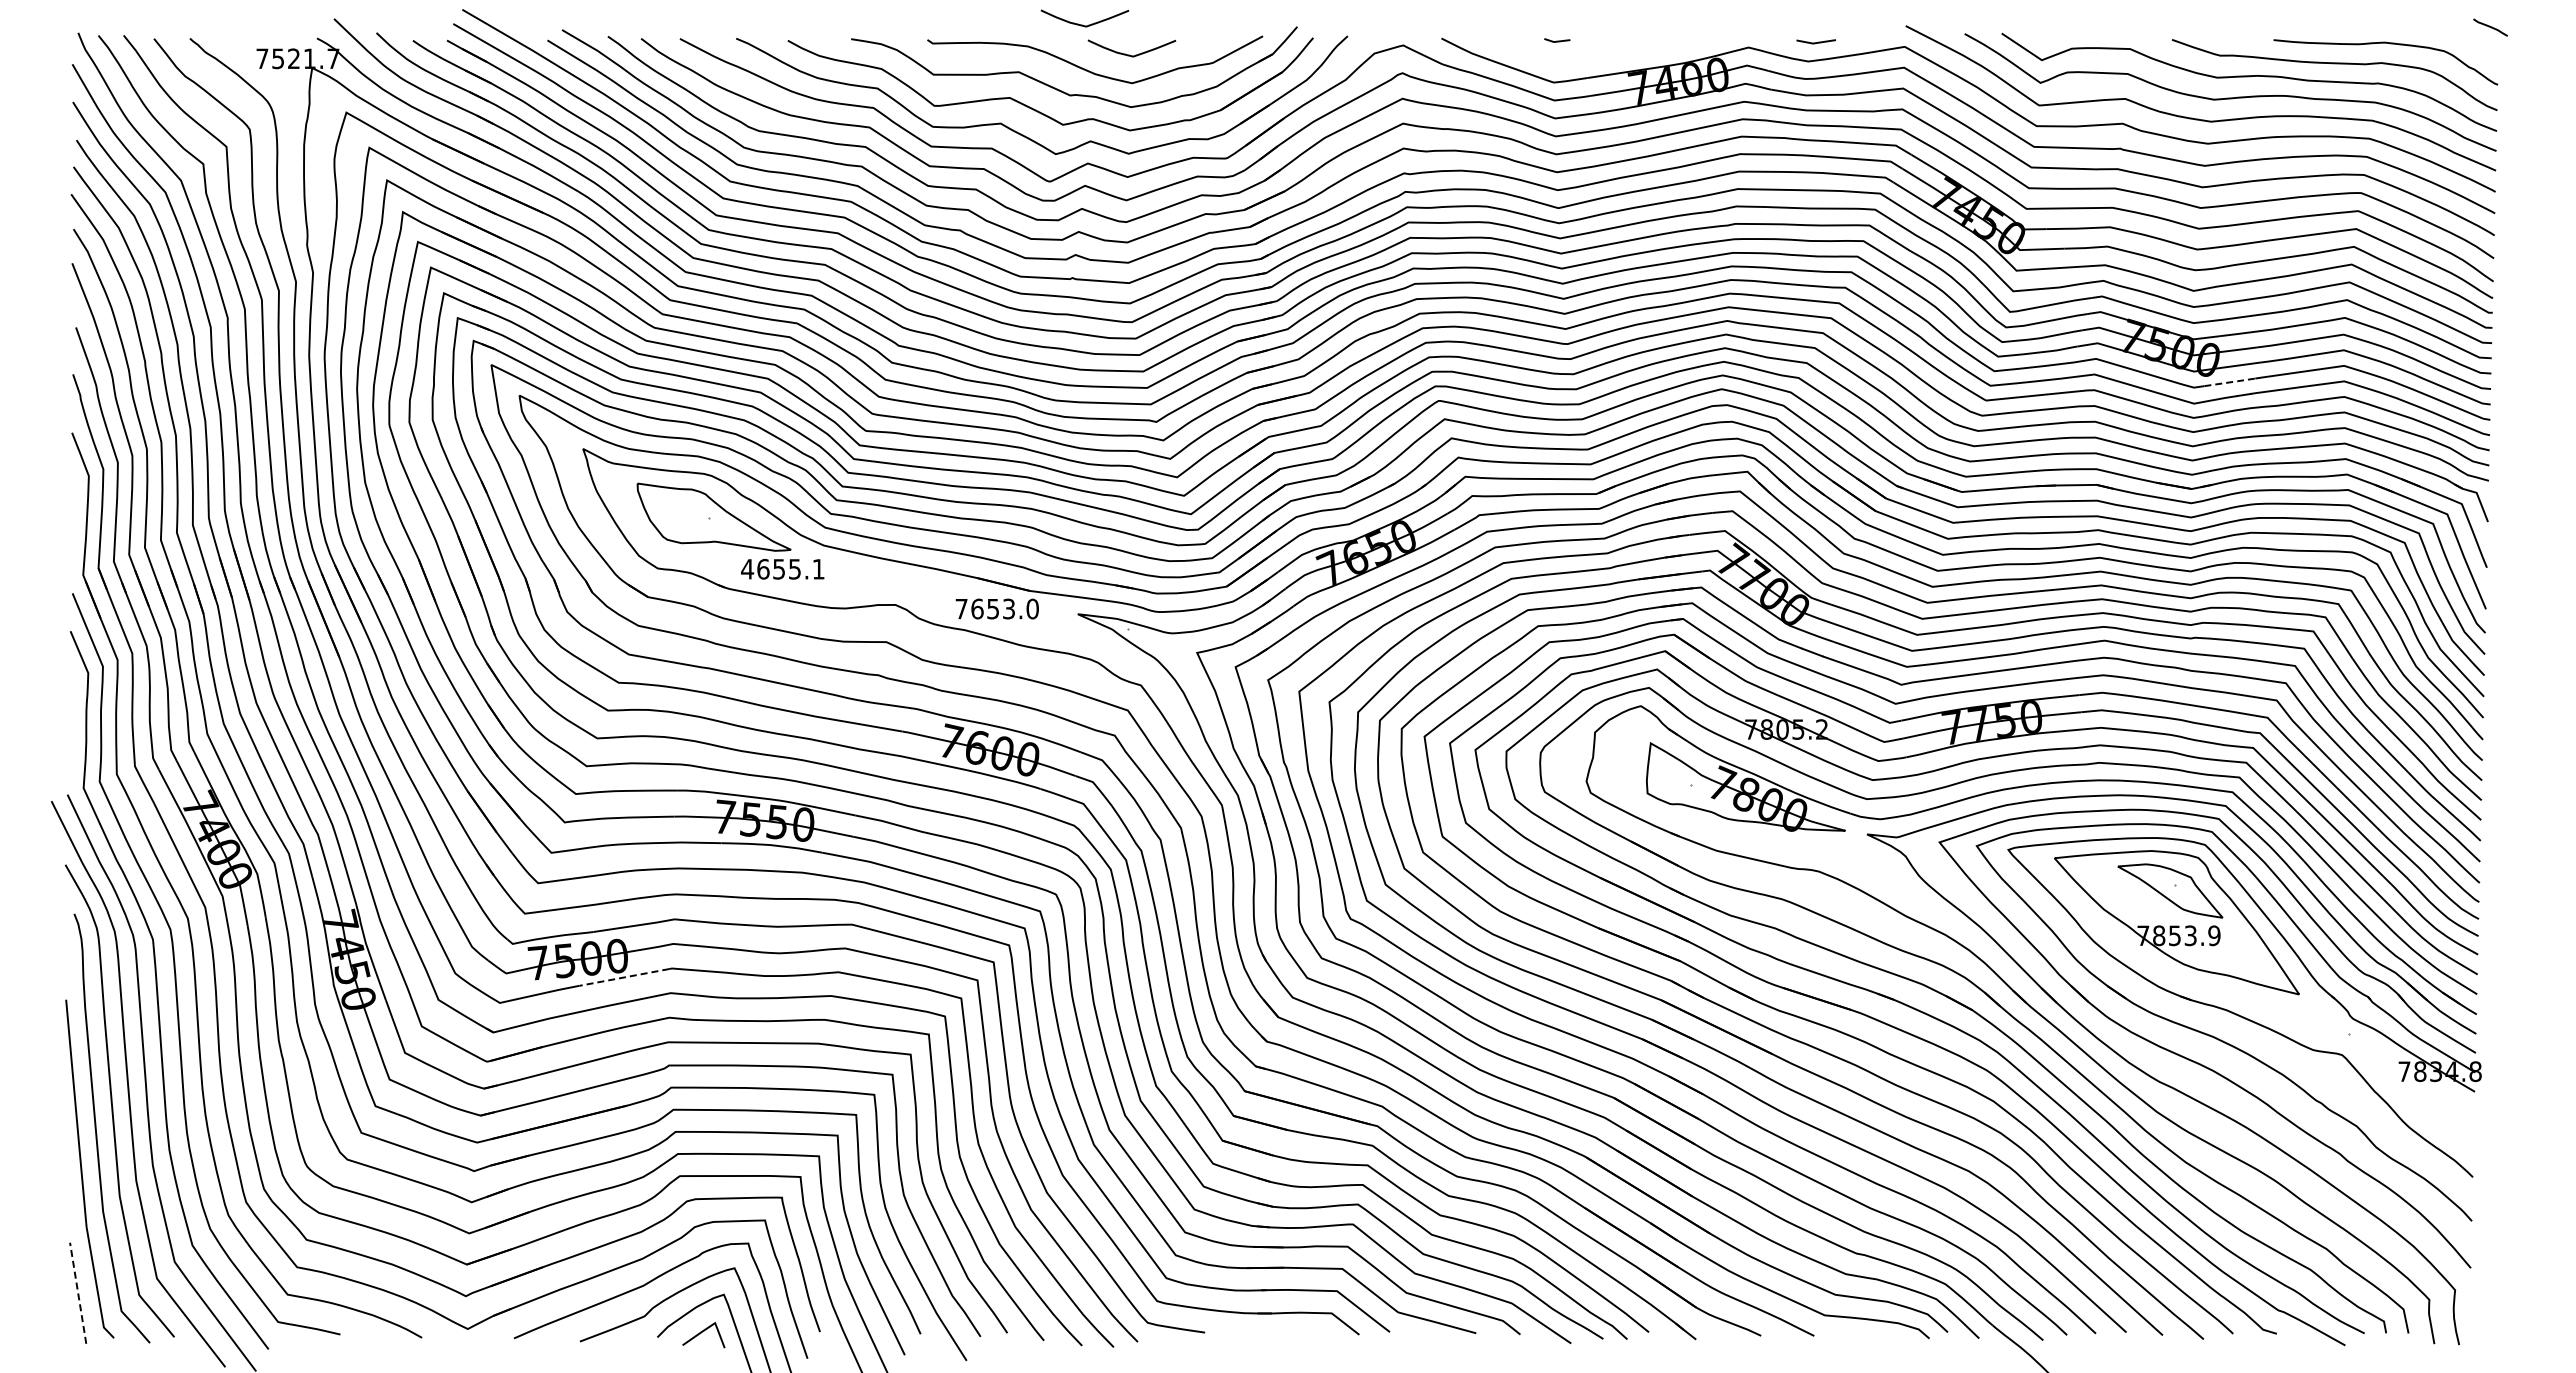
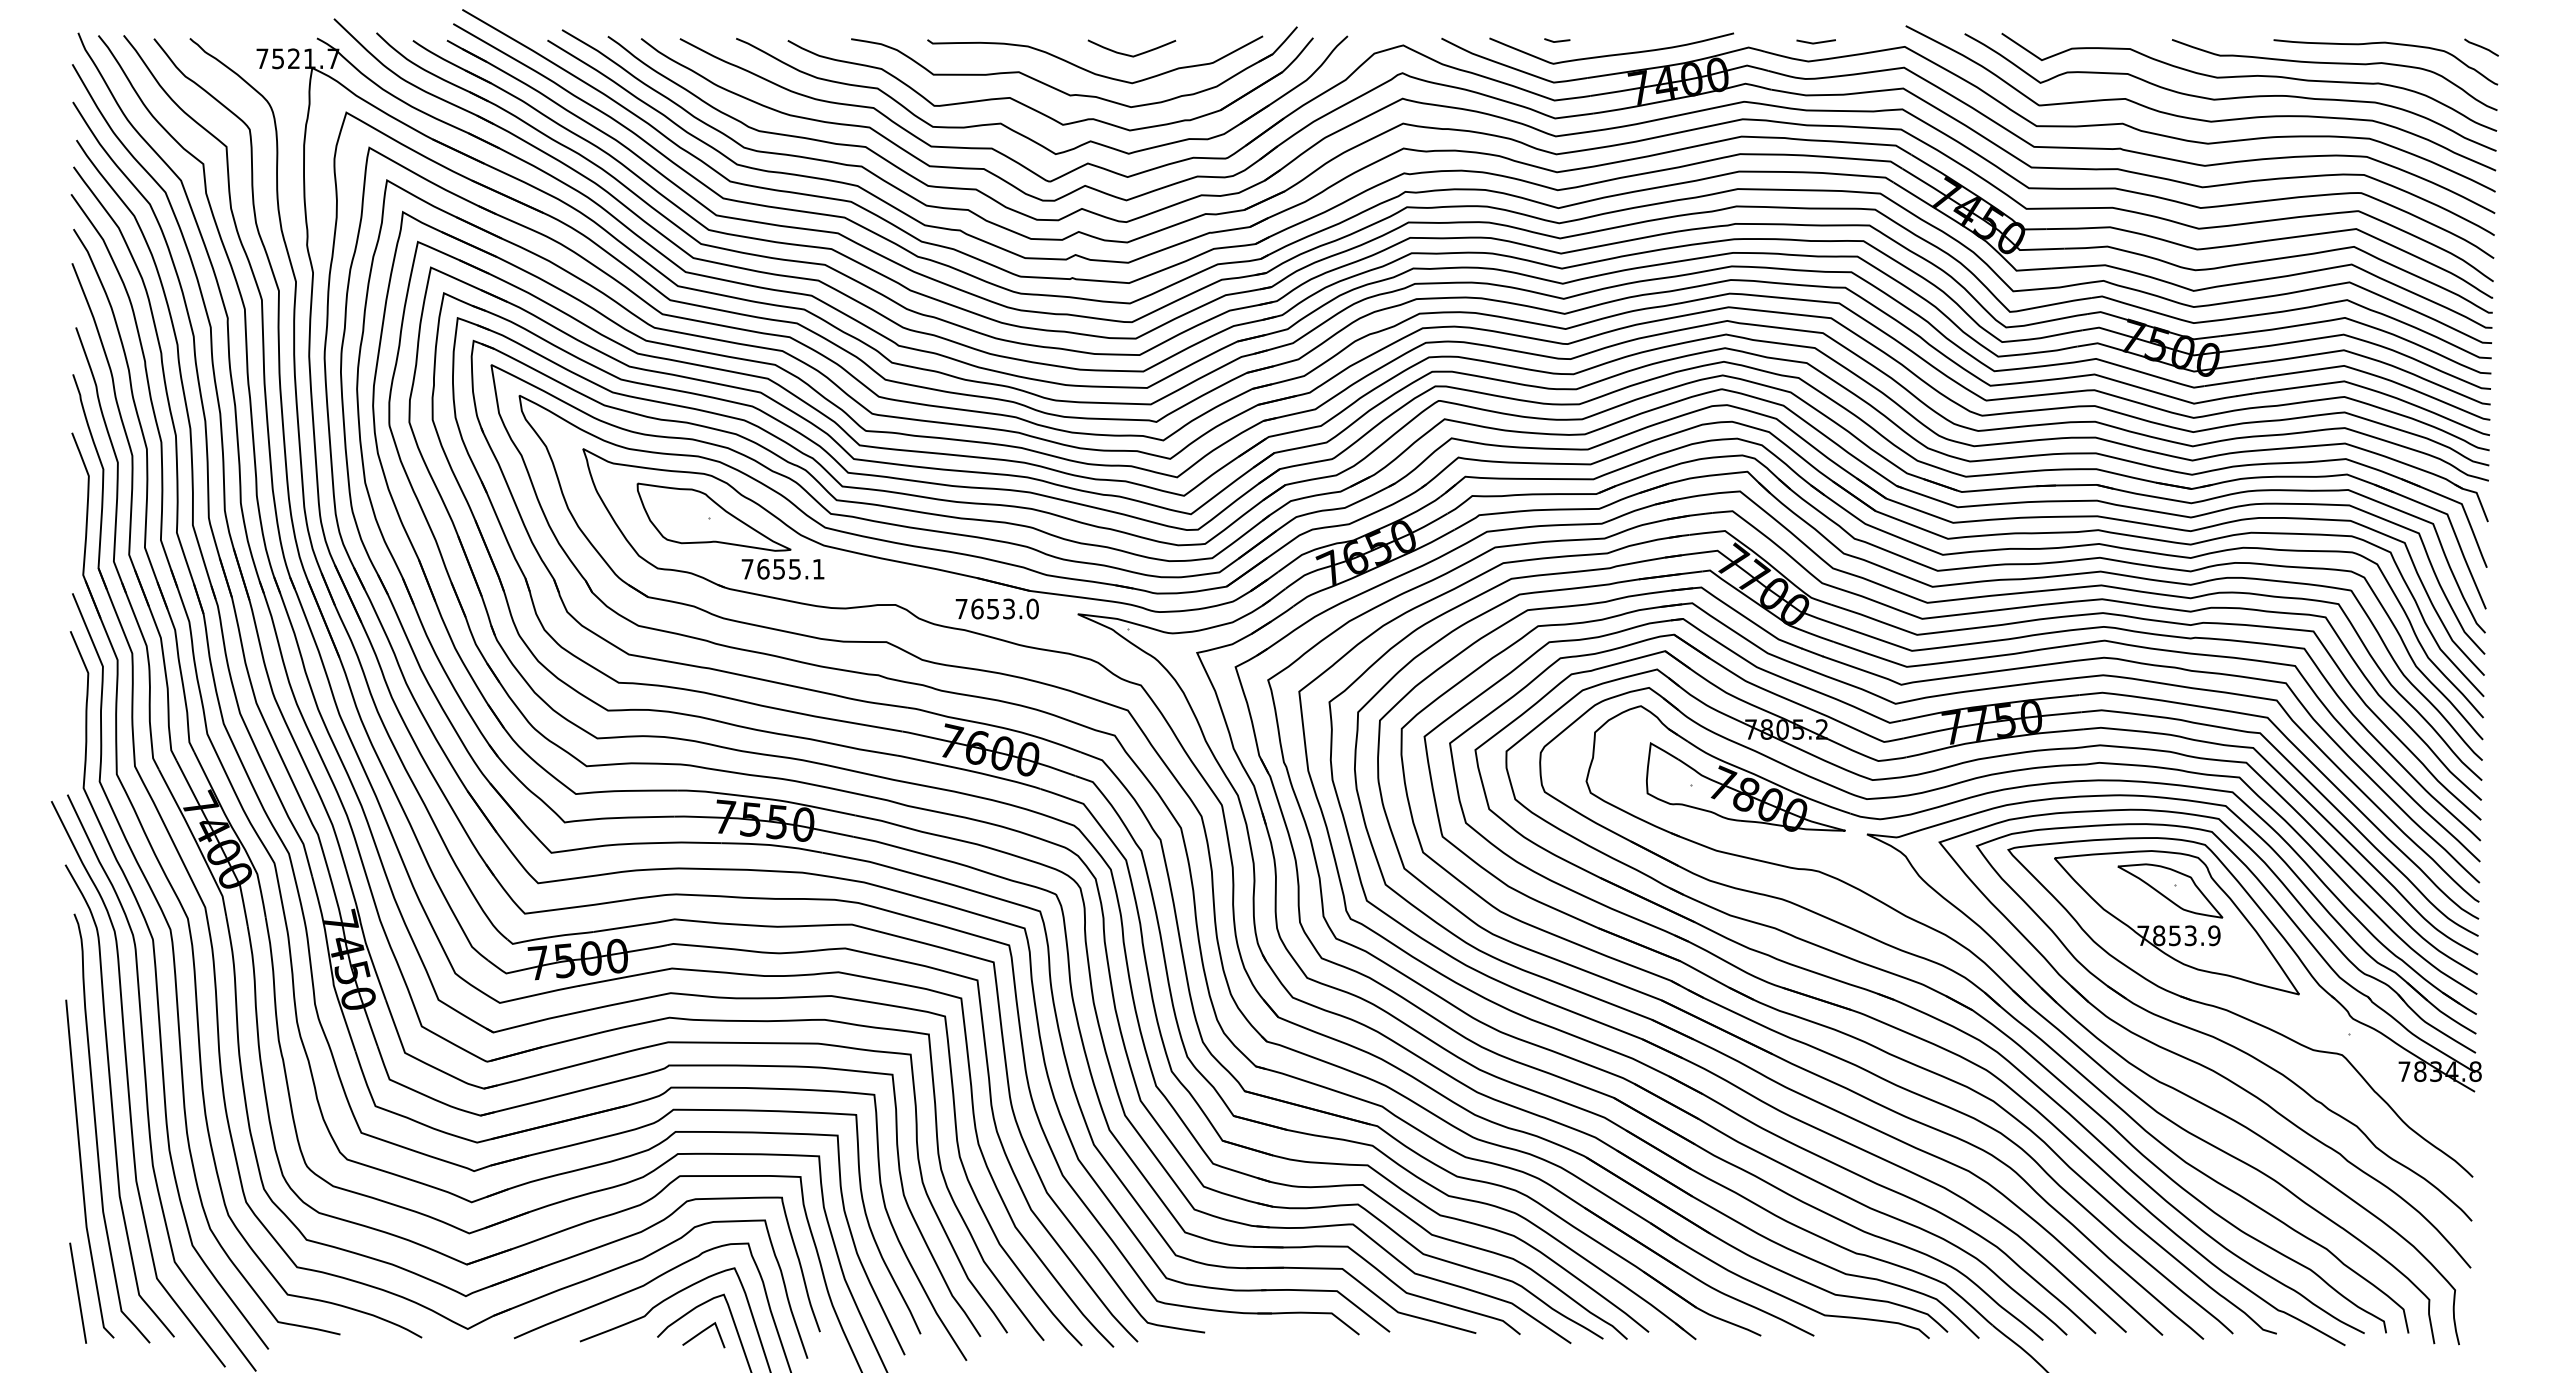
curve at (1082, 24): present -> none
line at (2490, 27) position: (2490, 27) -> (2481, 47)
curve at (1611, 54): none -> present
line at (2230, 382): dashed -> solid
text at (747, 569): 4655.1 -> 7655.1
line at (624, 977): dashed -> solid
line at (78, 1292): dashed -> solid
